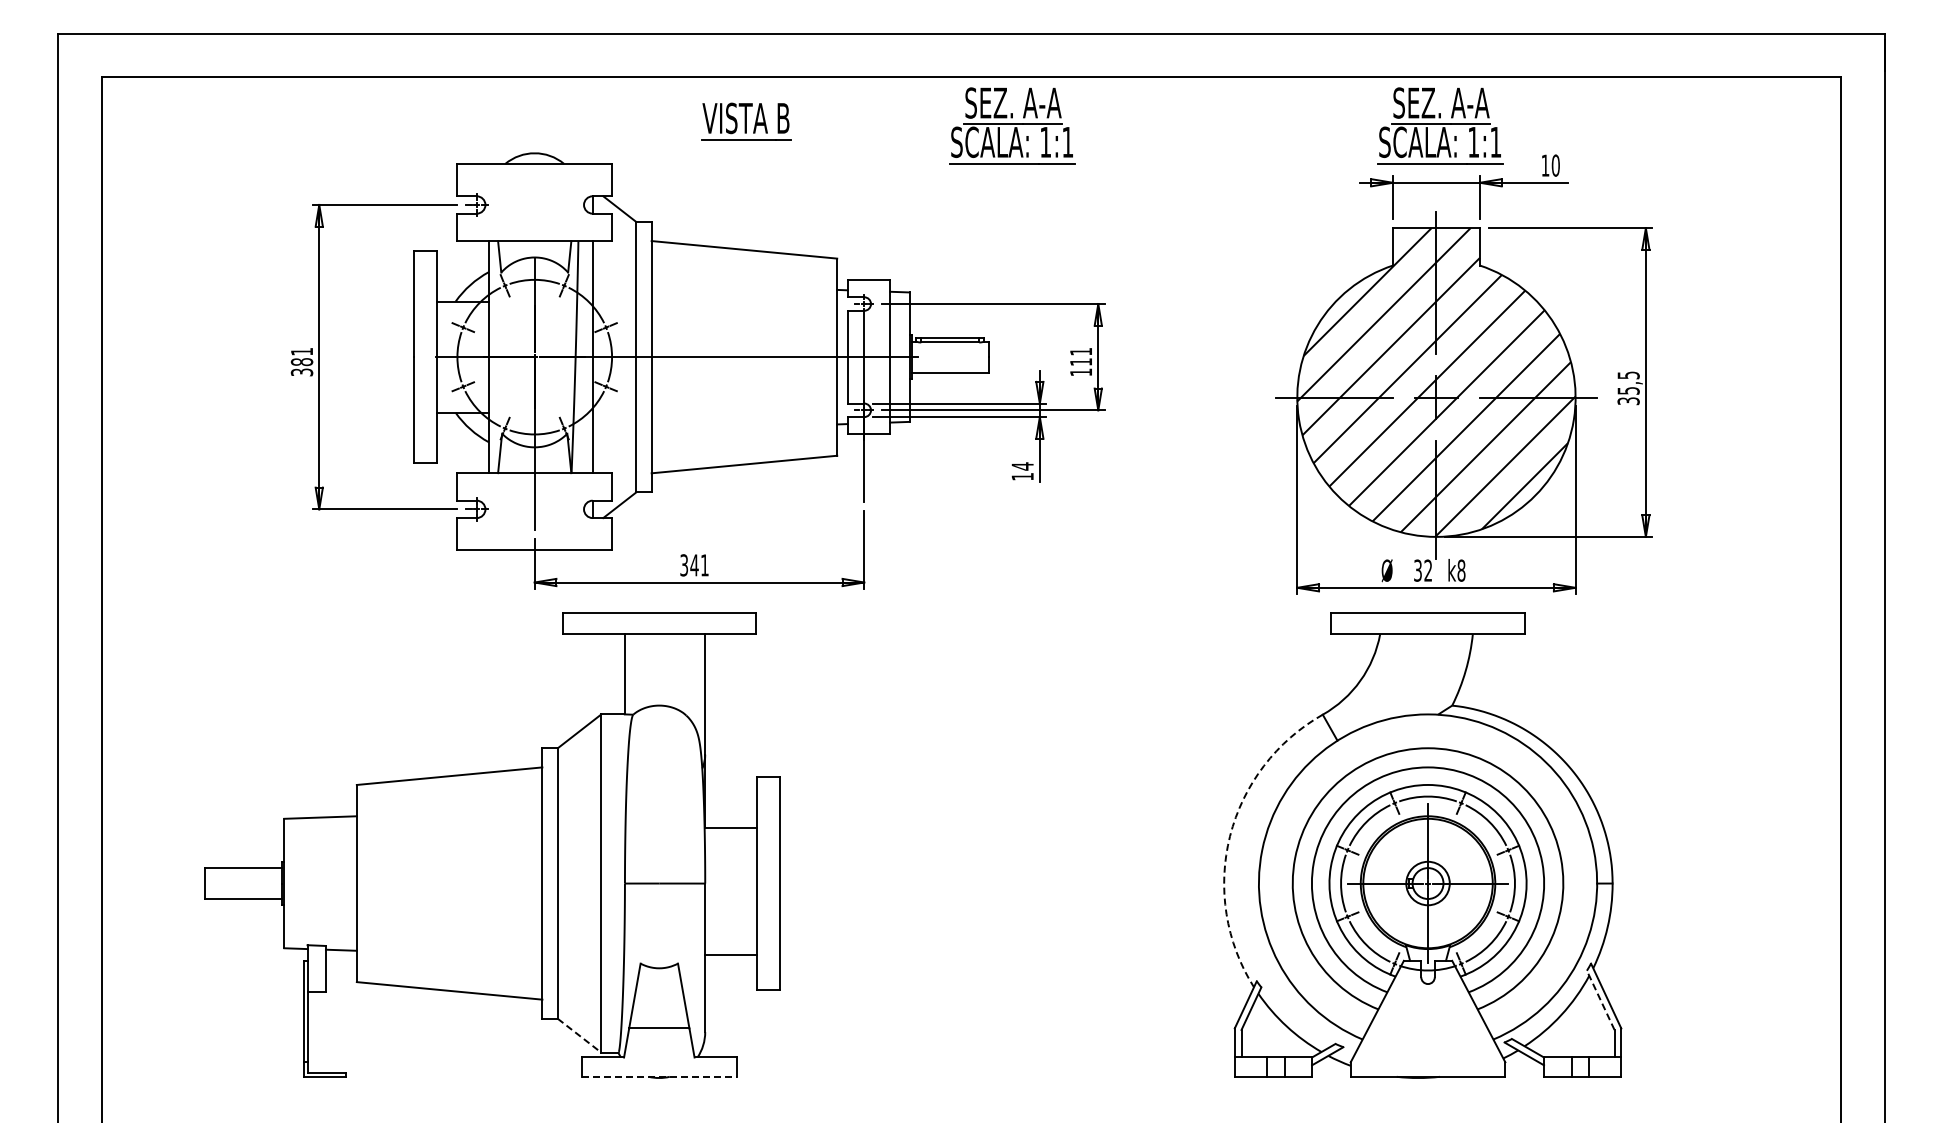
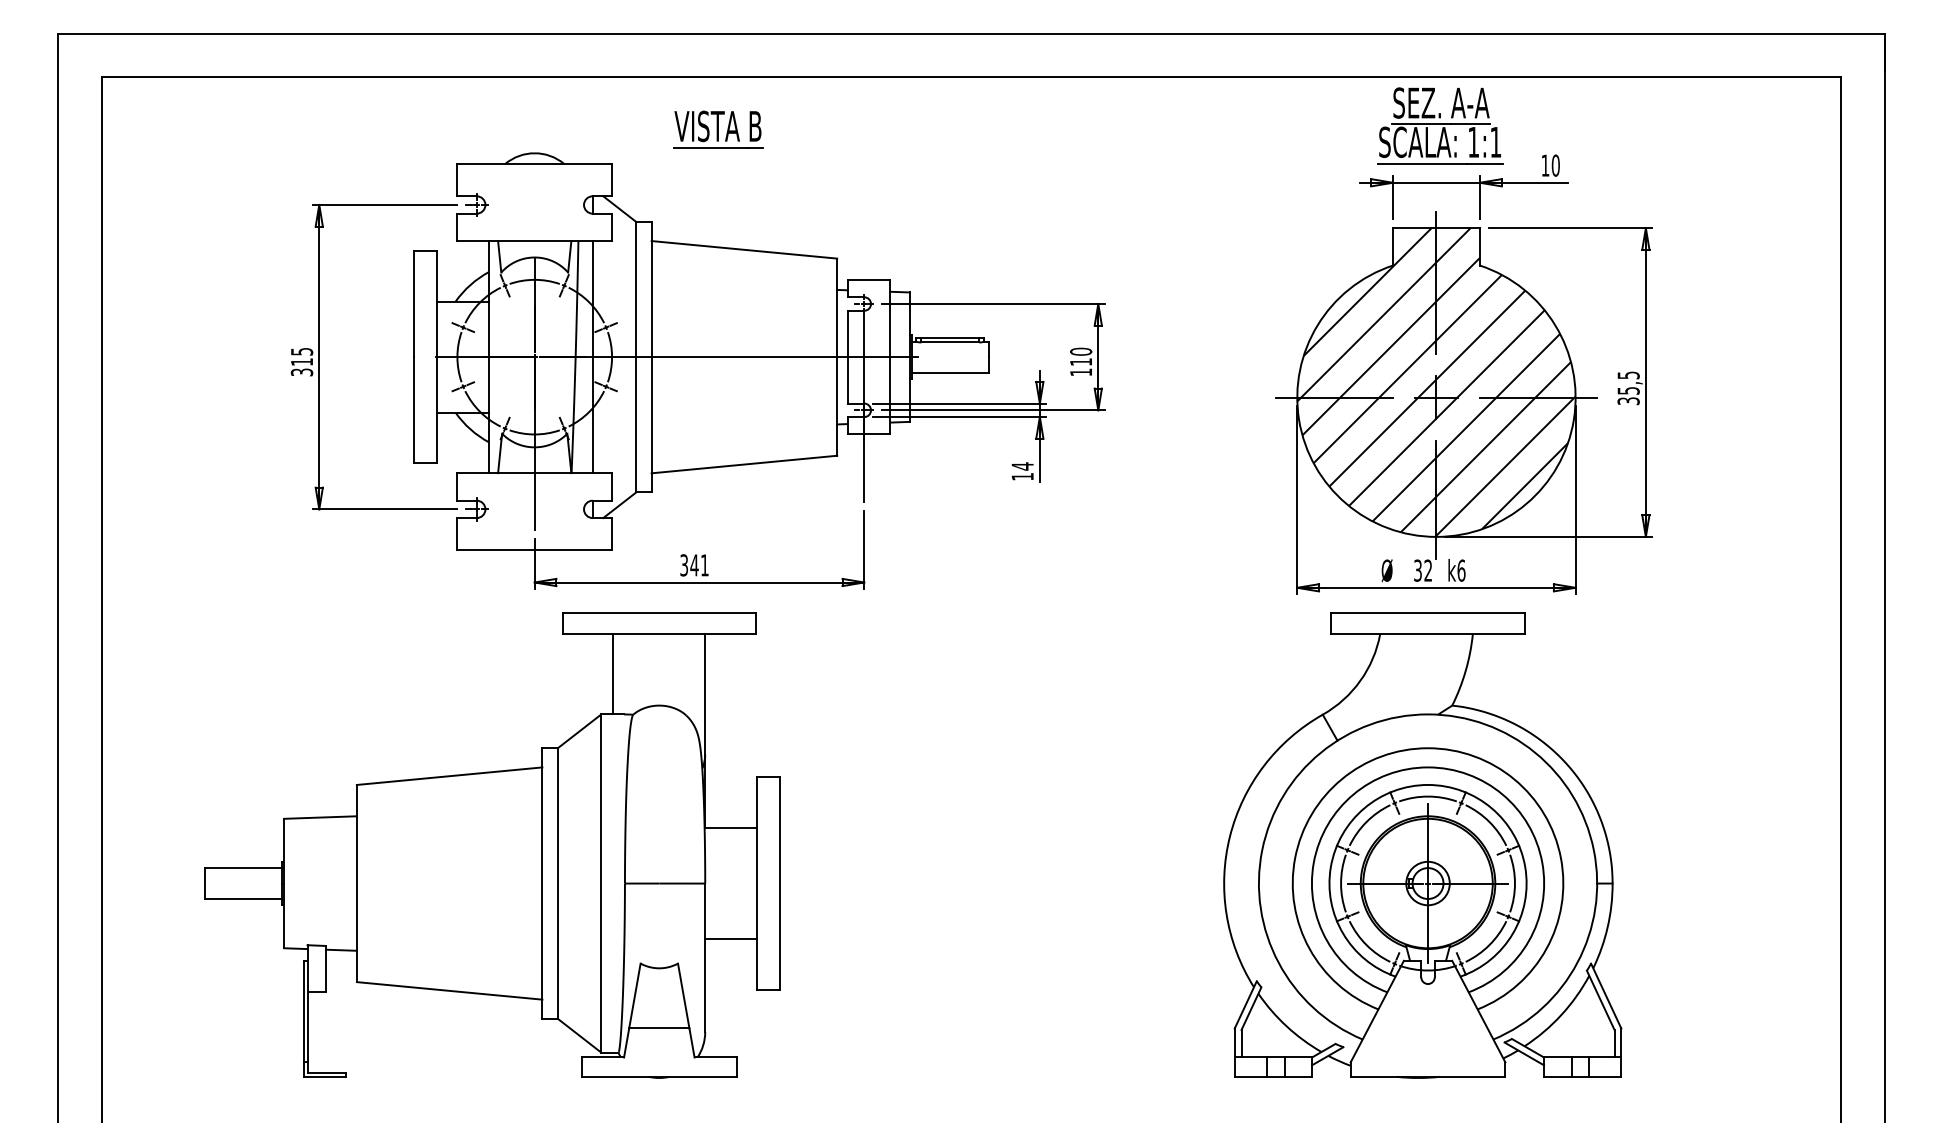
part at (746, 121) position: (746, 121) -> (718, 129)
part at (1012, 125): present -> none
text at (1081, 351): 111 -> 110
text at (301, 357): 381 -> 315
text at (1461, 570): k8 -> k6
line at (625, 674) position: (625, 674) -> (613, 674)
arc at (1230, 836): dashed -> solid
line at (730, 955) position: (730, 955) -> (730, 939)
line at (1600, 1000): dashed -> solid
line at (579, 1035): dashed -> solid
line at (659, 1076): dashed -> solid
